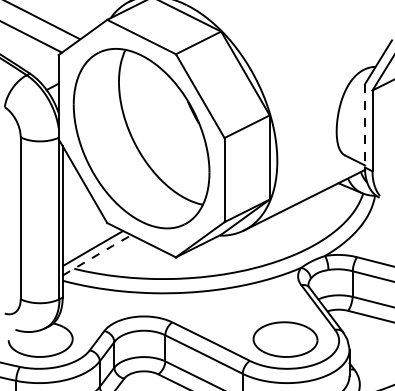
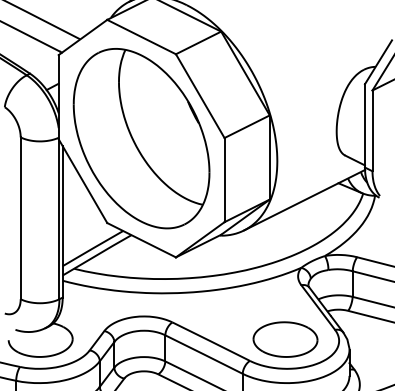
line at (364, 125): dashed -> solid
line at (97, 254): dashed -> solid
